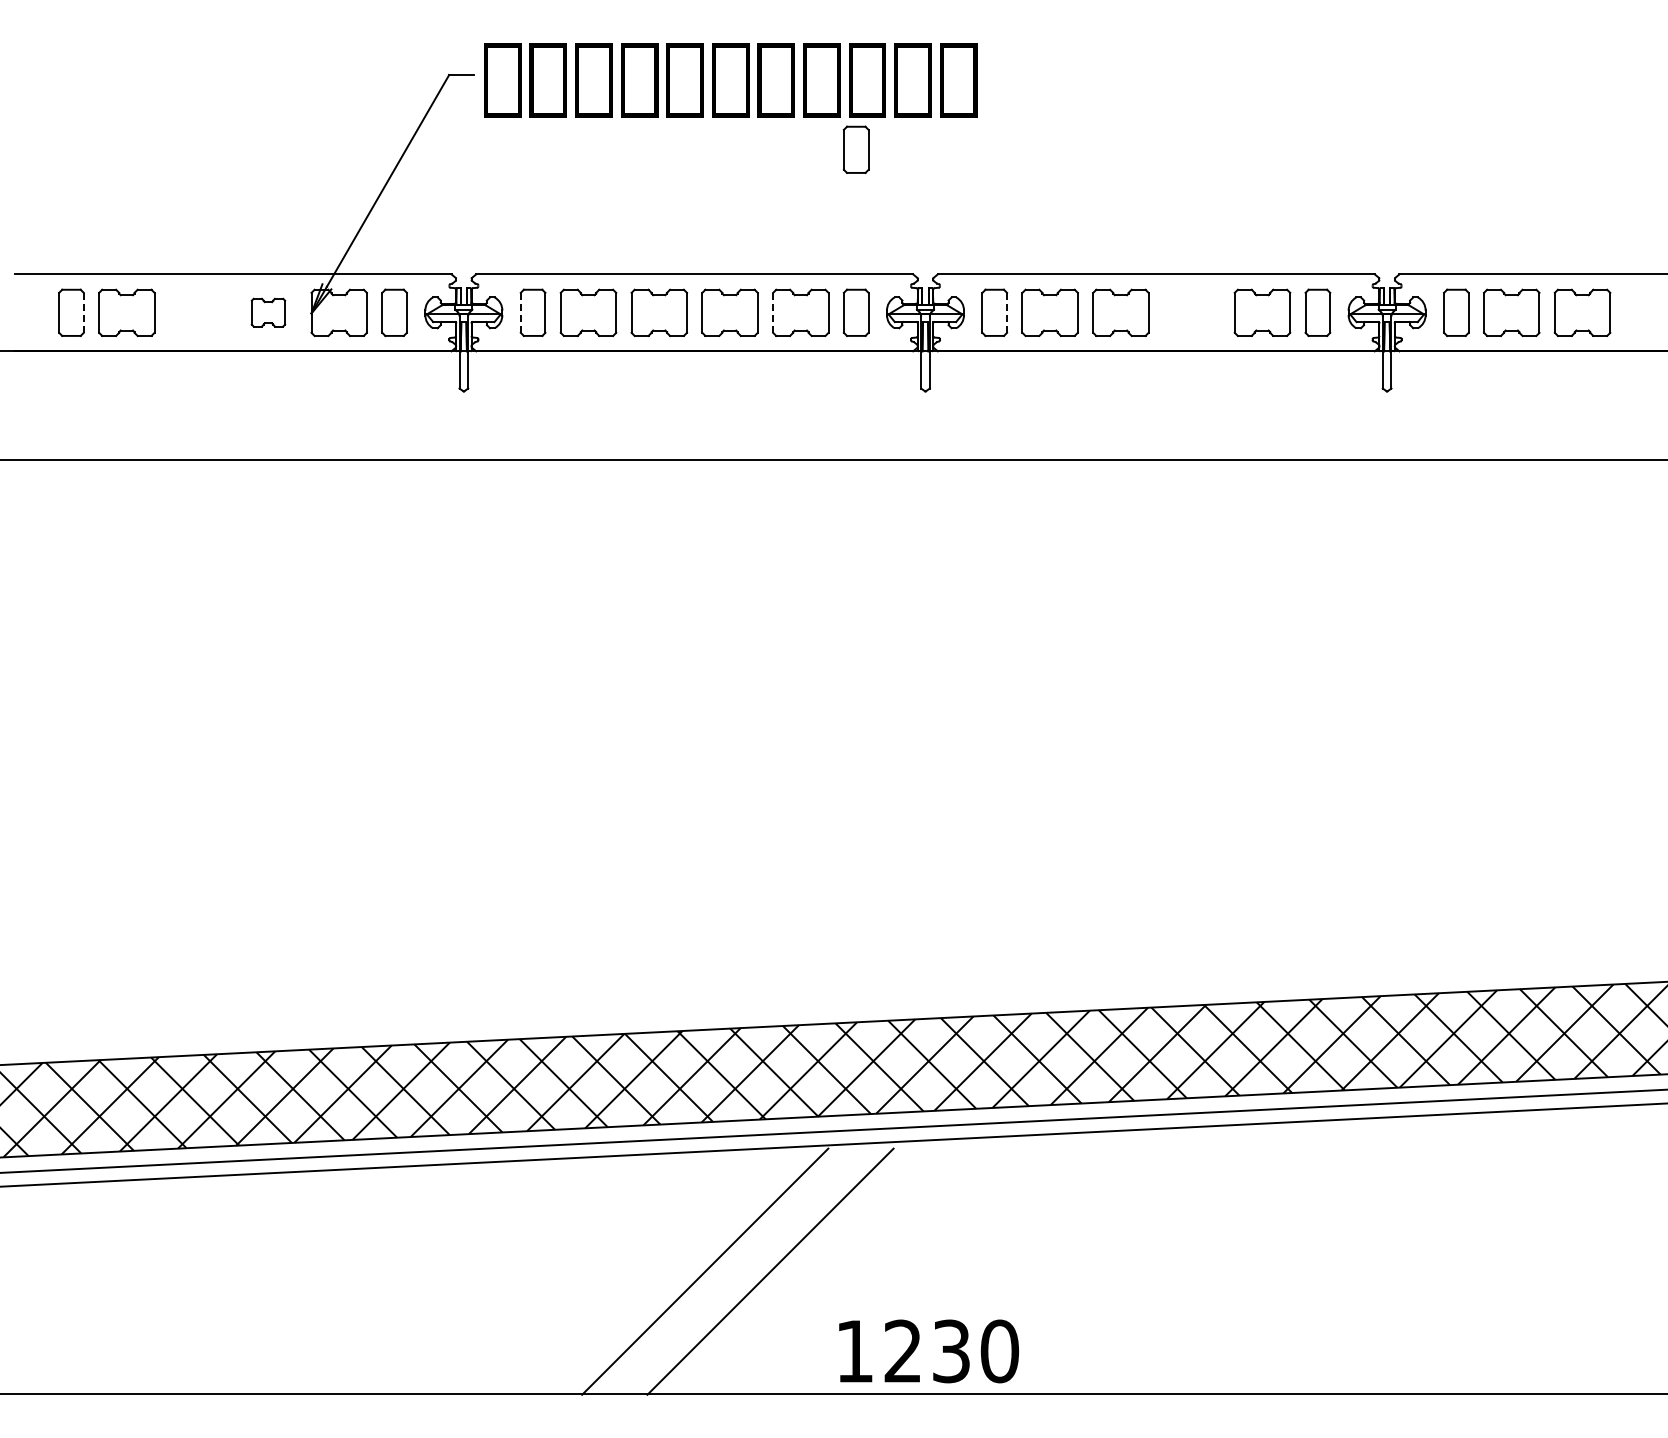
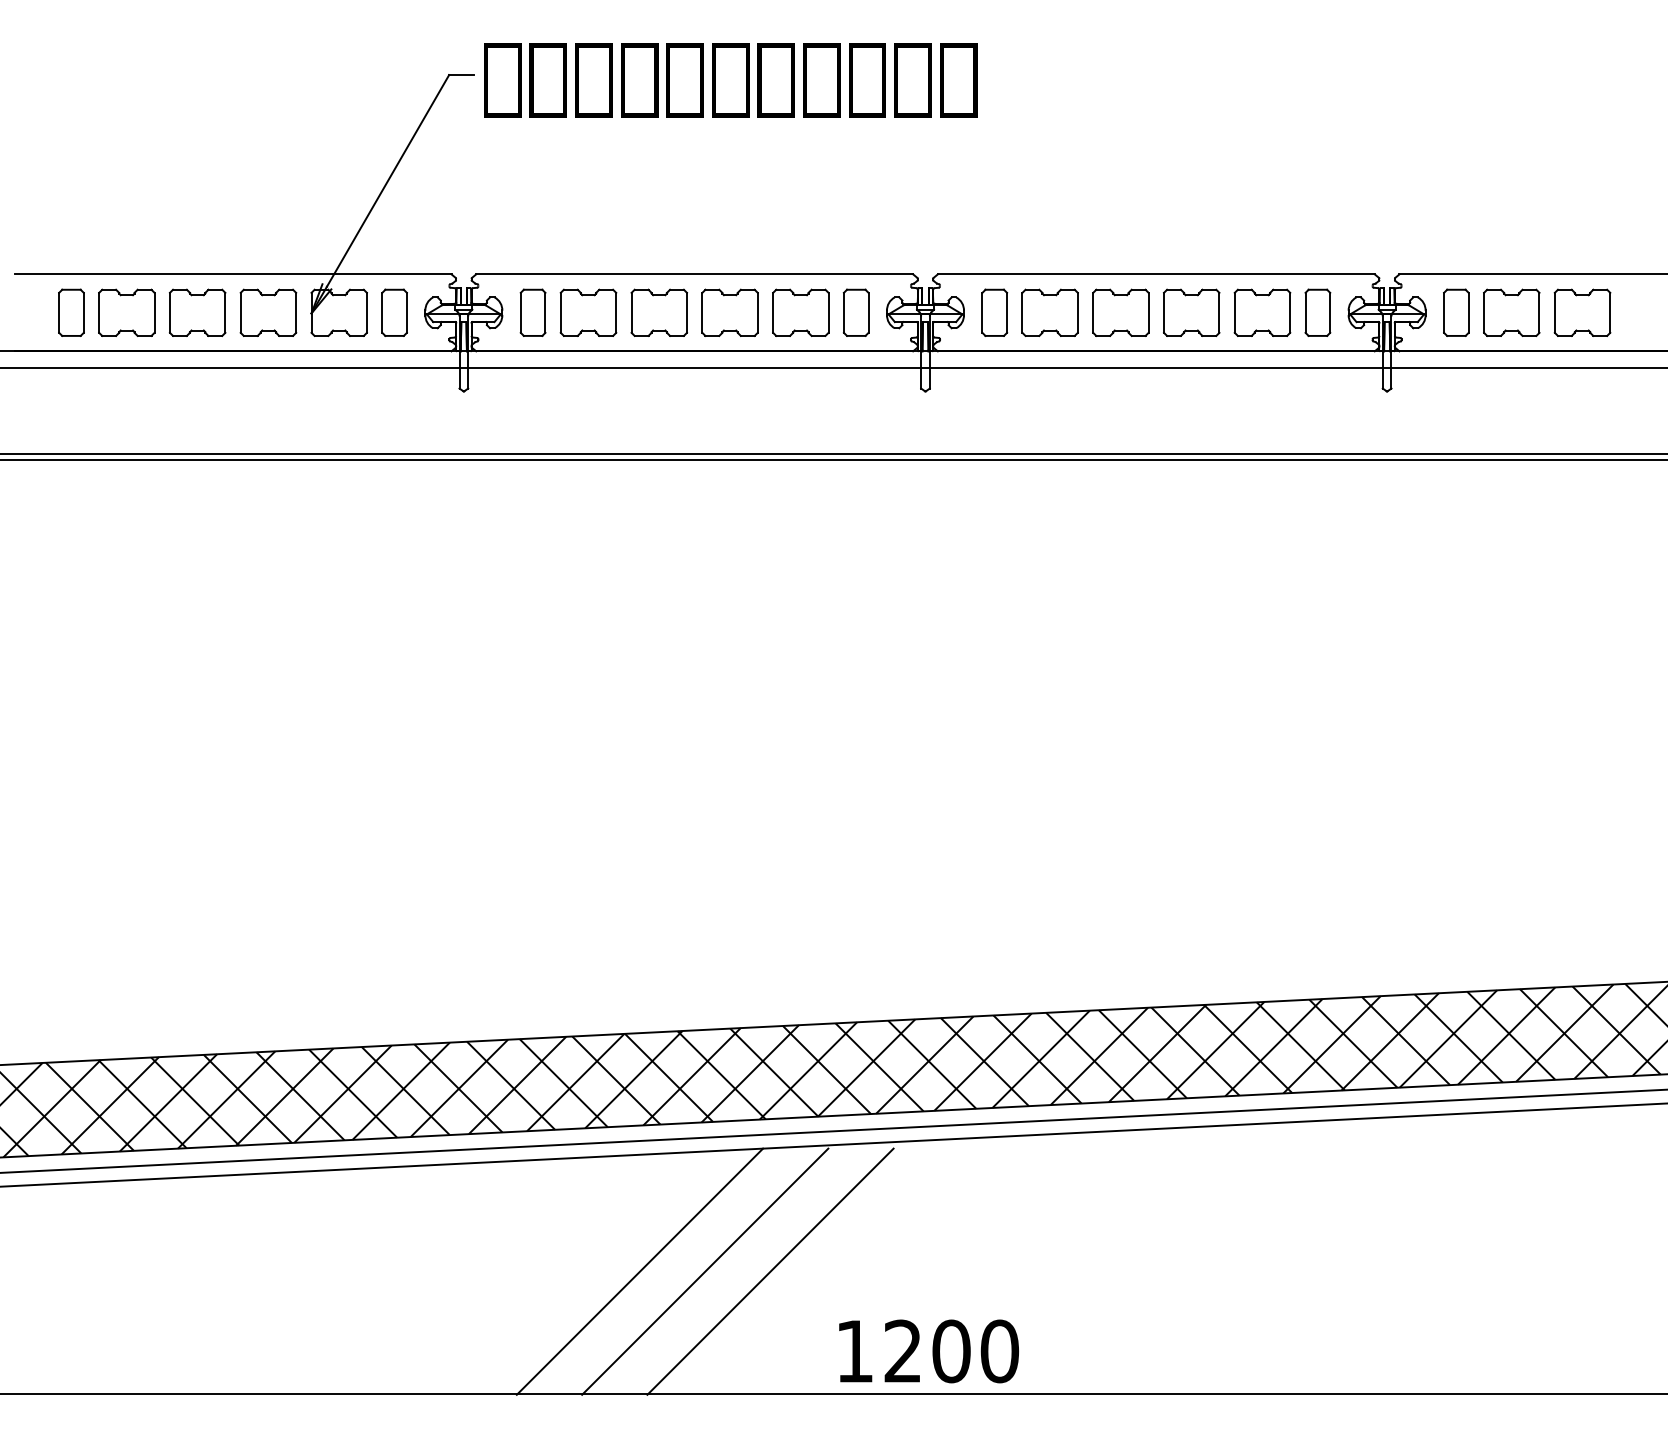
part at (855, 149): present -> none
part at (197, 312): none -> present
part at (268, 312) size: 37x31 px -> 59x49 px
line at (520, 312): dashed -> solid
line at (773, 312): dashed -> solid
part at (1191, 312): none -> present
line at (83, 313): dashed -> solid
line at (1007, 313): dashed -> solid
line at (833, 368): none -> present
line at (833, 454): none -> present
line at (639, 1271): none -> present
text at (951, 1351): 1230 -> 1200
